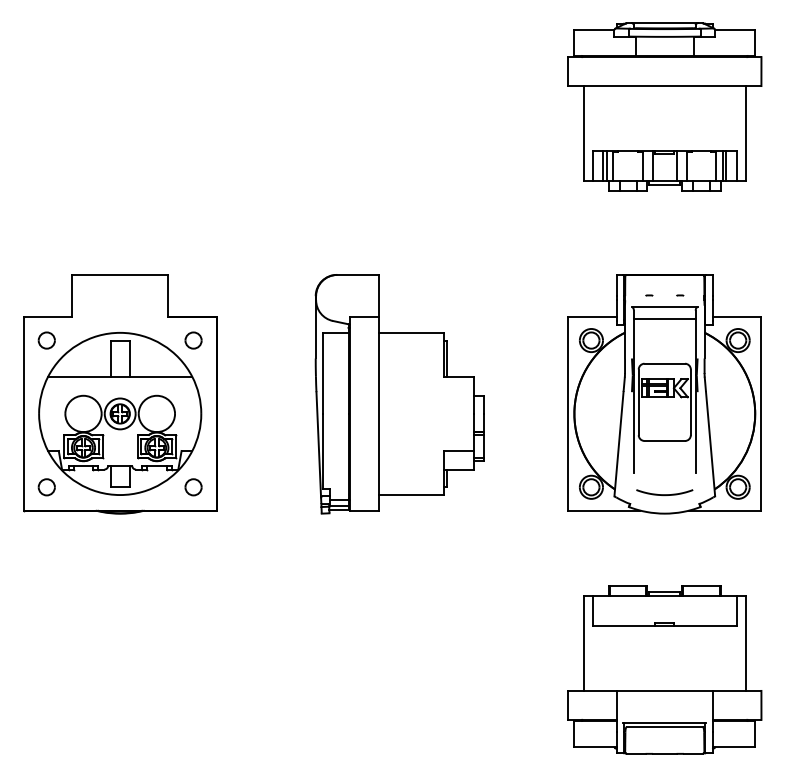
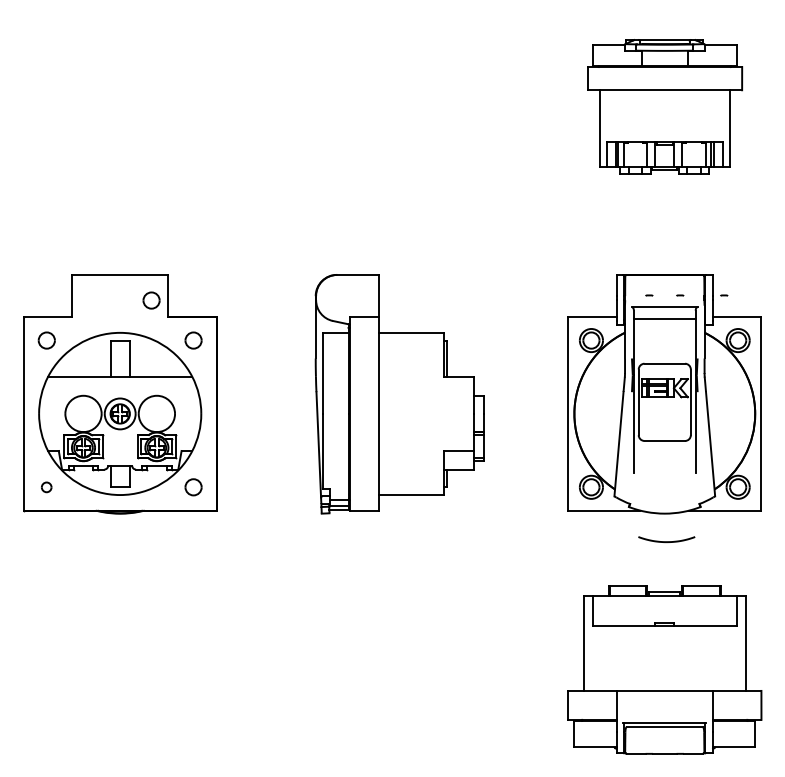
part at (664, 106) size: 196x170 px -> 157x136 px
curve at (724, 295): none -> present
part at (151, 300): none -> present
part at (46, 487) size: 19x19 px -> 12x13 px
curve at (664, 494) position: (664, 494) -> (666, 541)
